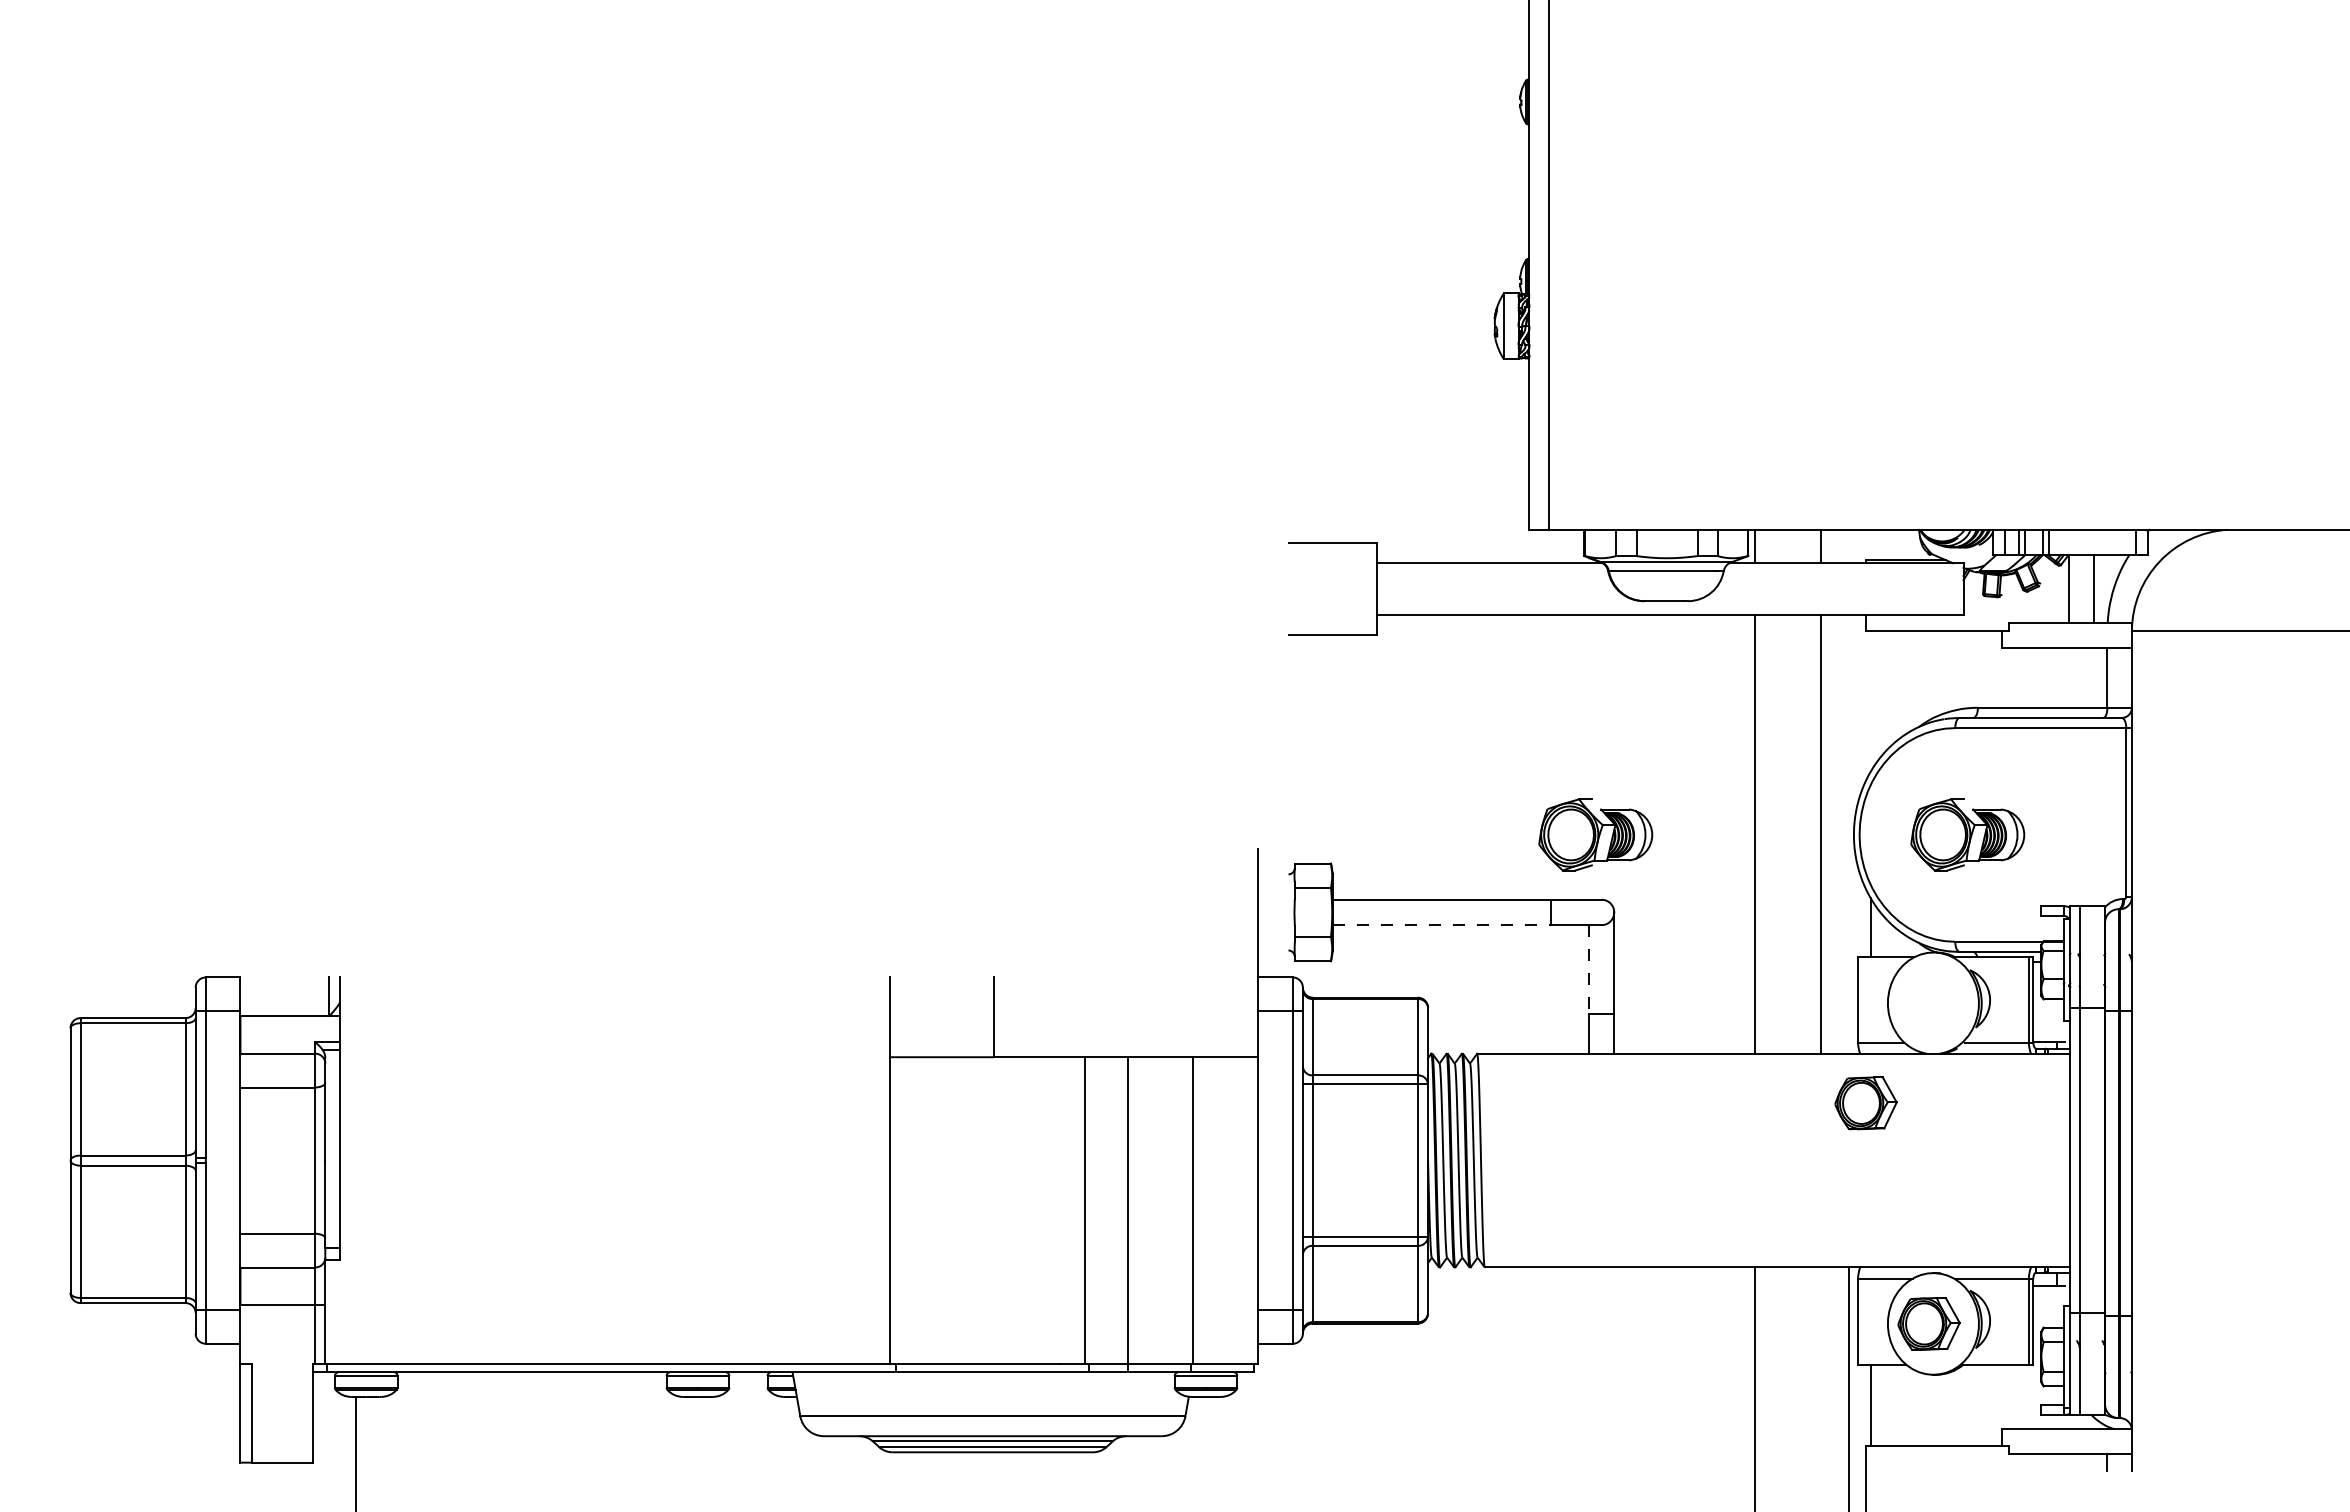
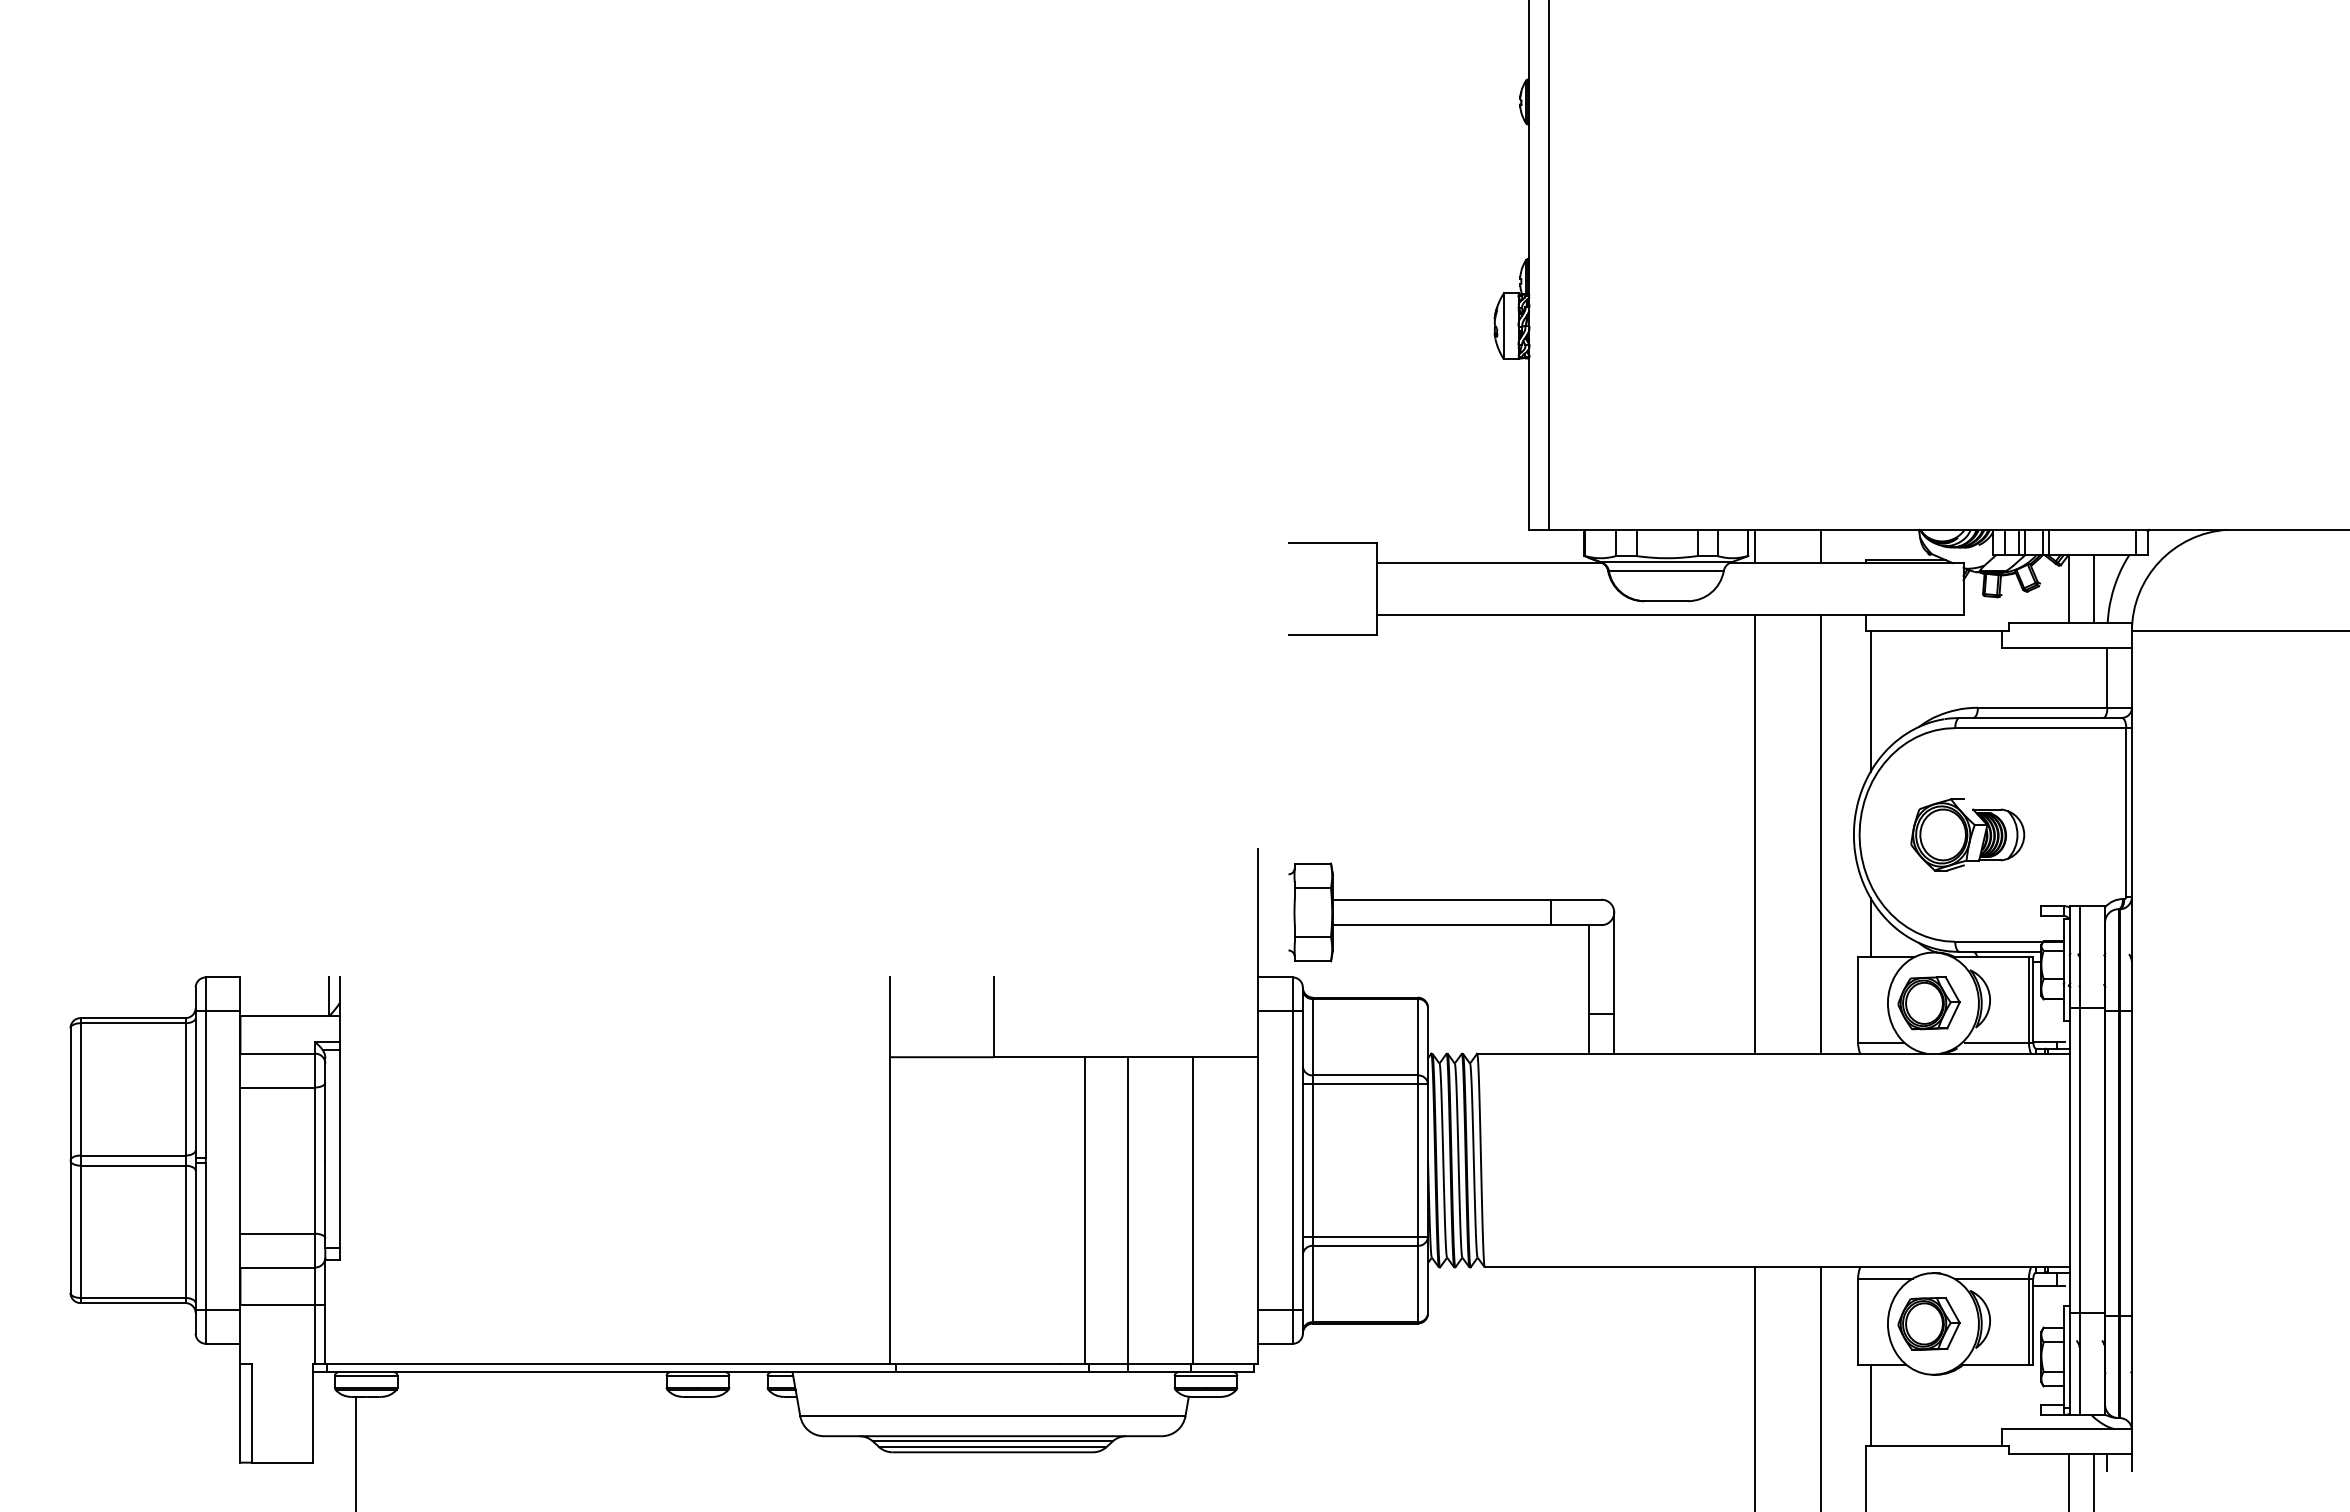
line at (1870, 701): none -> present
part at (1595, 834): present -> none
line at (1441, 925): dashed -> solid
line at (1588, 969): dashed -> solid
part at (1865, 1103) position: (1865, 1103) -> (1928, 1003)
line at (1848, 1387) position: (1848, 1387) -> (1820, 1387)
line at (2069, 1480): none -> present
line at (2094, 1480): none -> present
